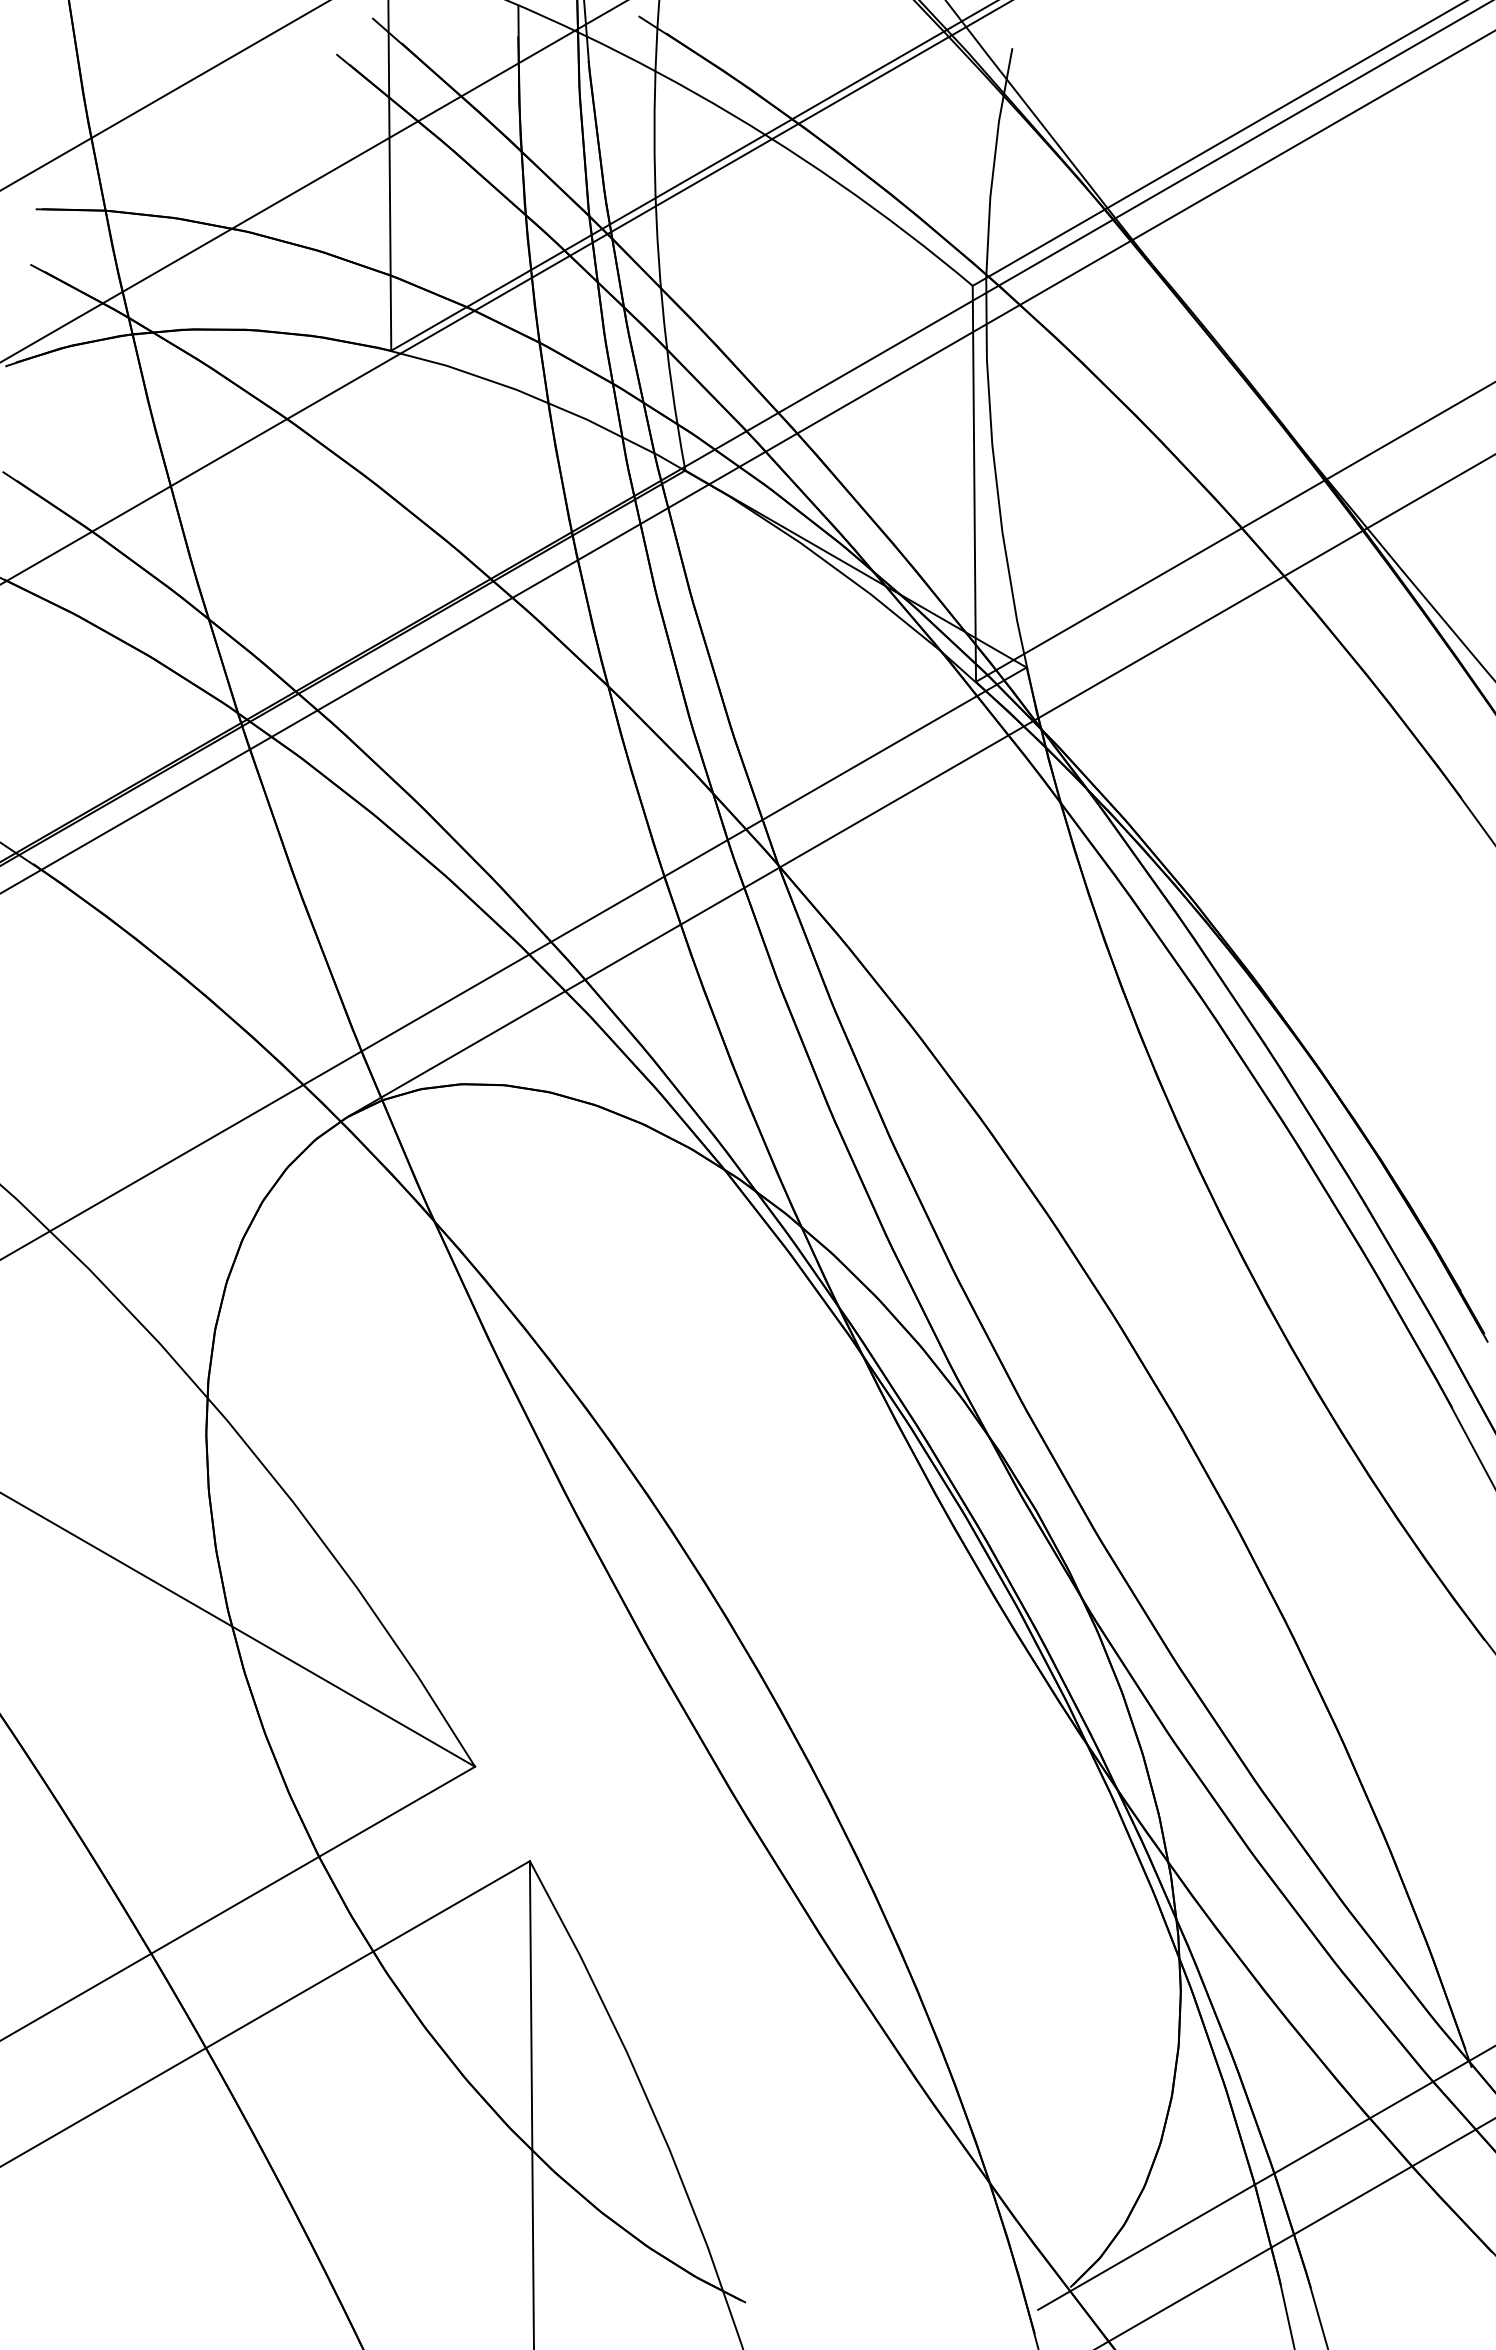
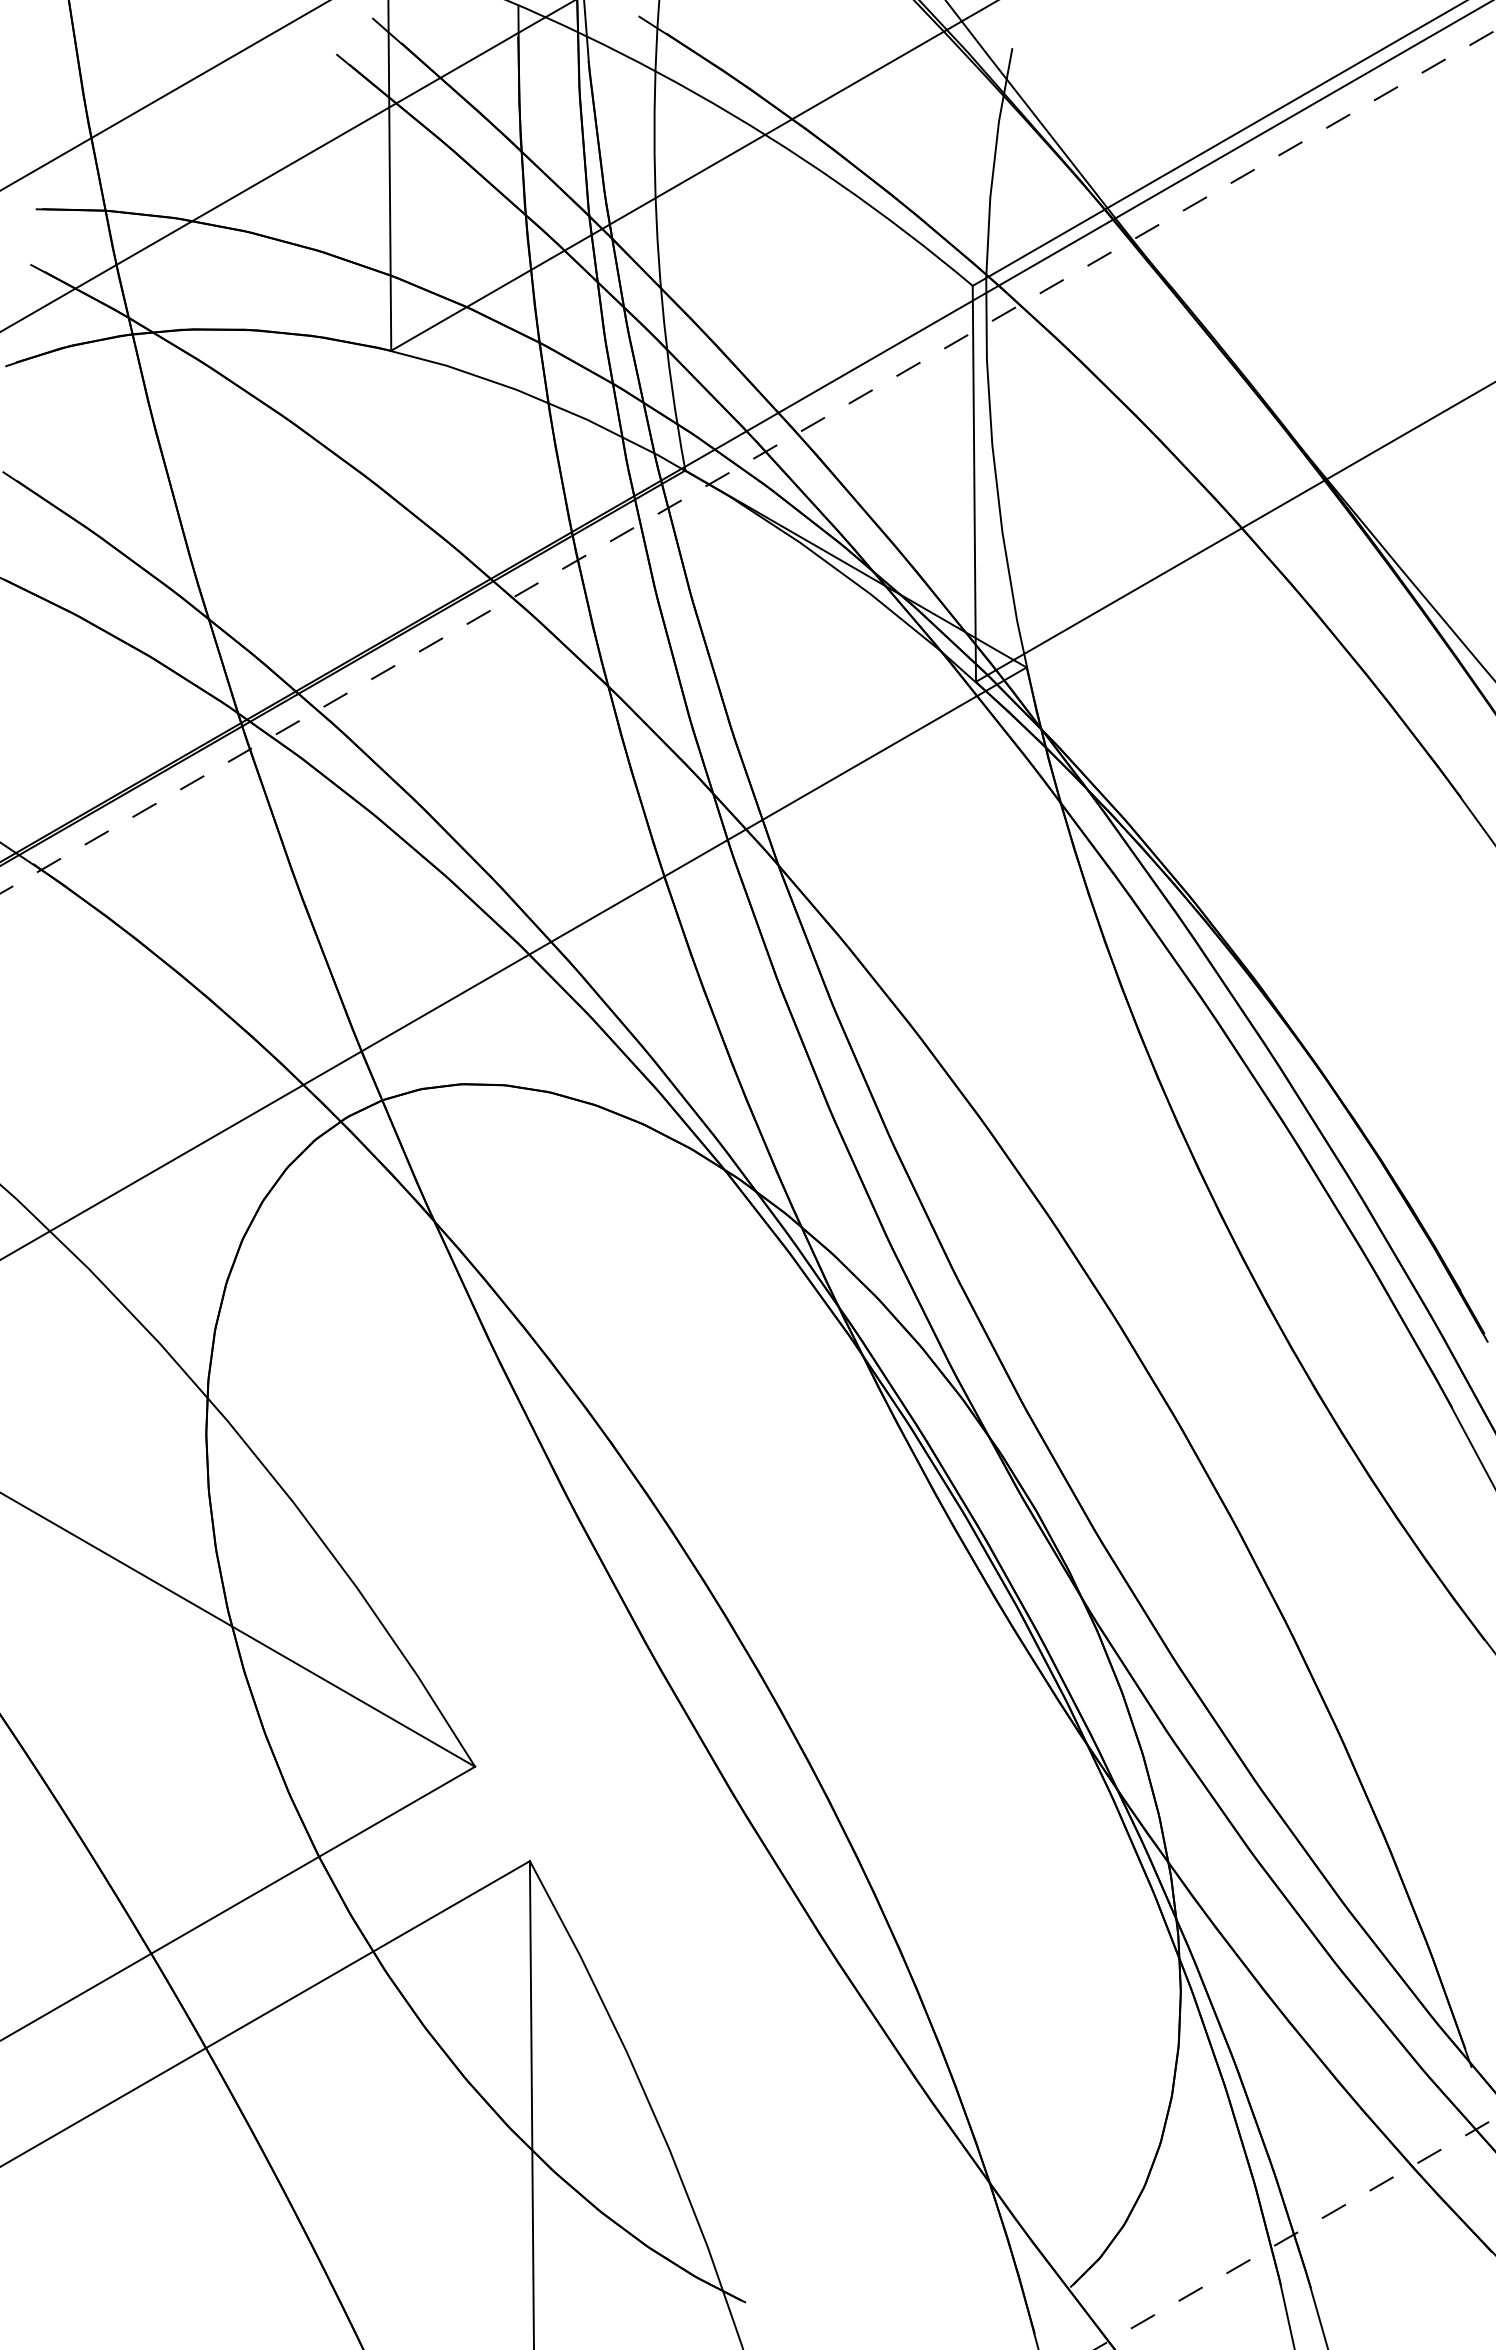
line at (313, 181) position: (313, 181) -> (286, 166)
line at (505, 292): present -> none
line at (748, 461): solid -> dashed
line at (920, 785): present -> none
line at (1265, 2178): present -> none
line at (1295, 2233): solid -> dashed
